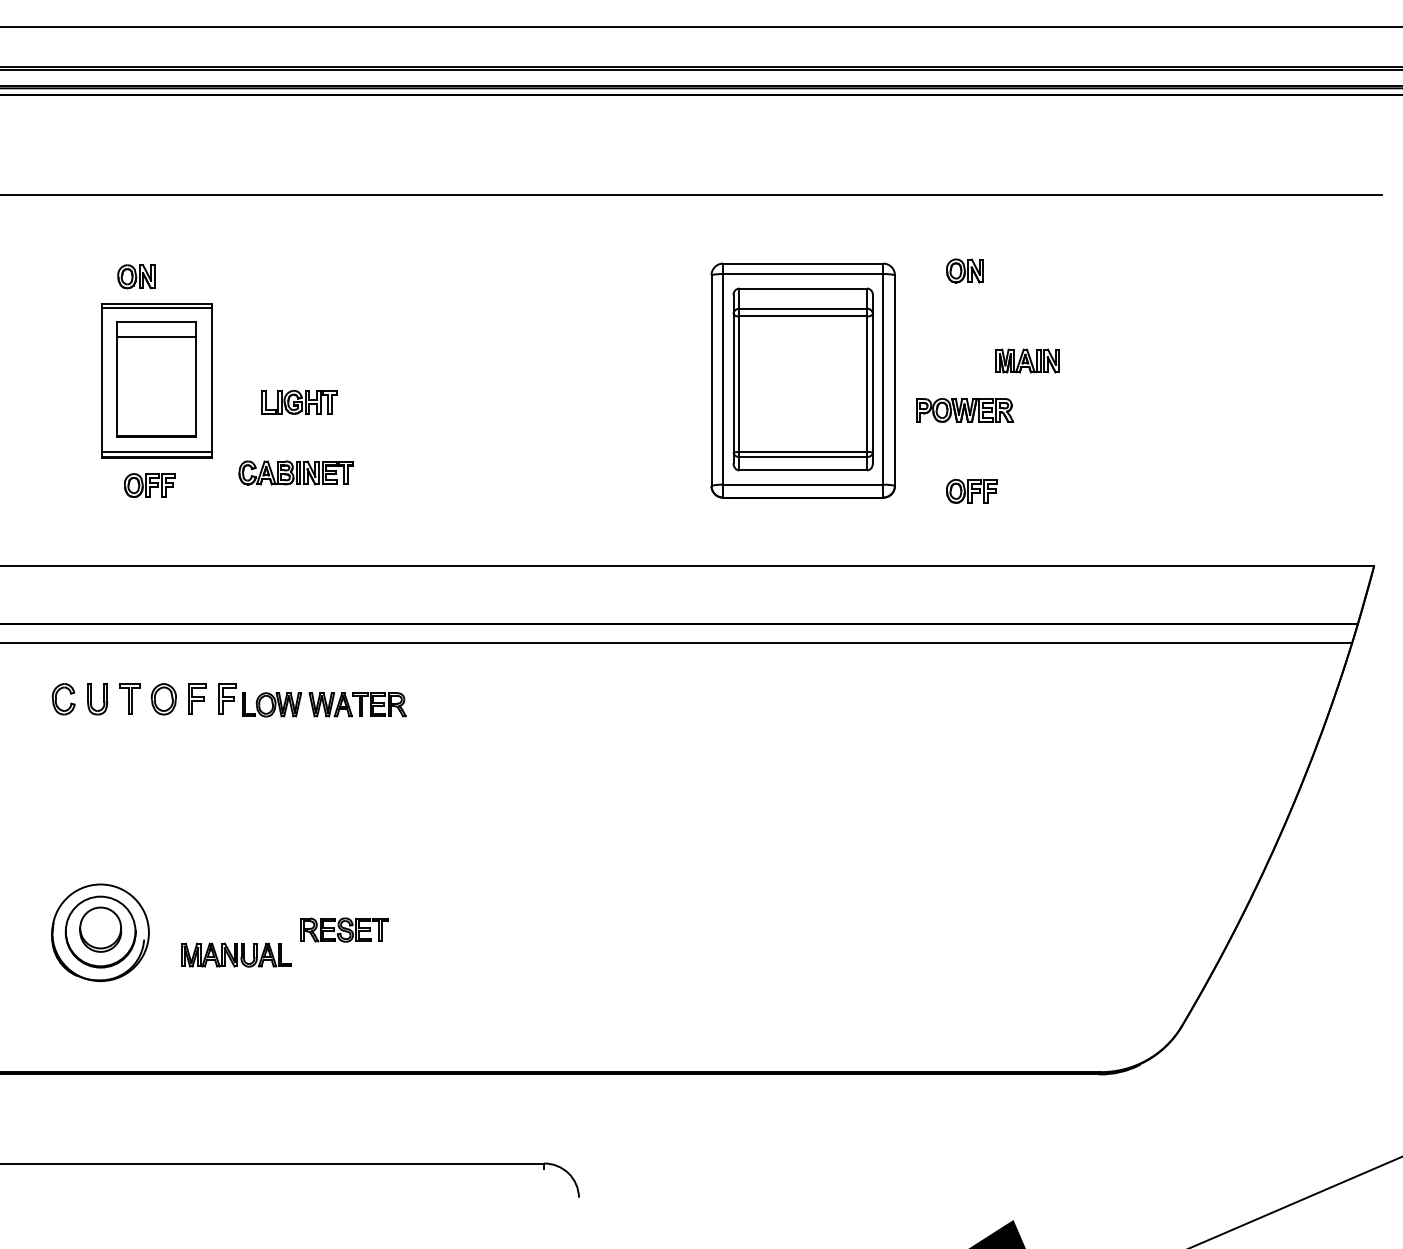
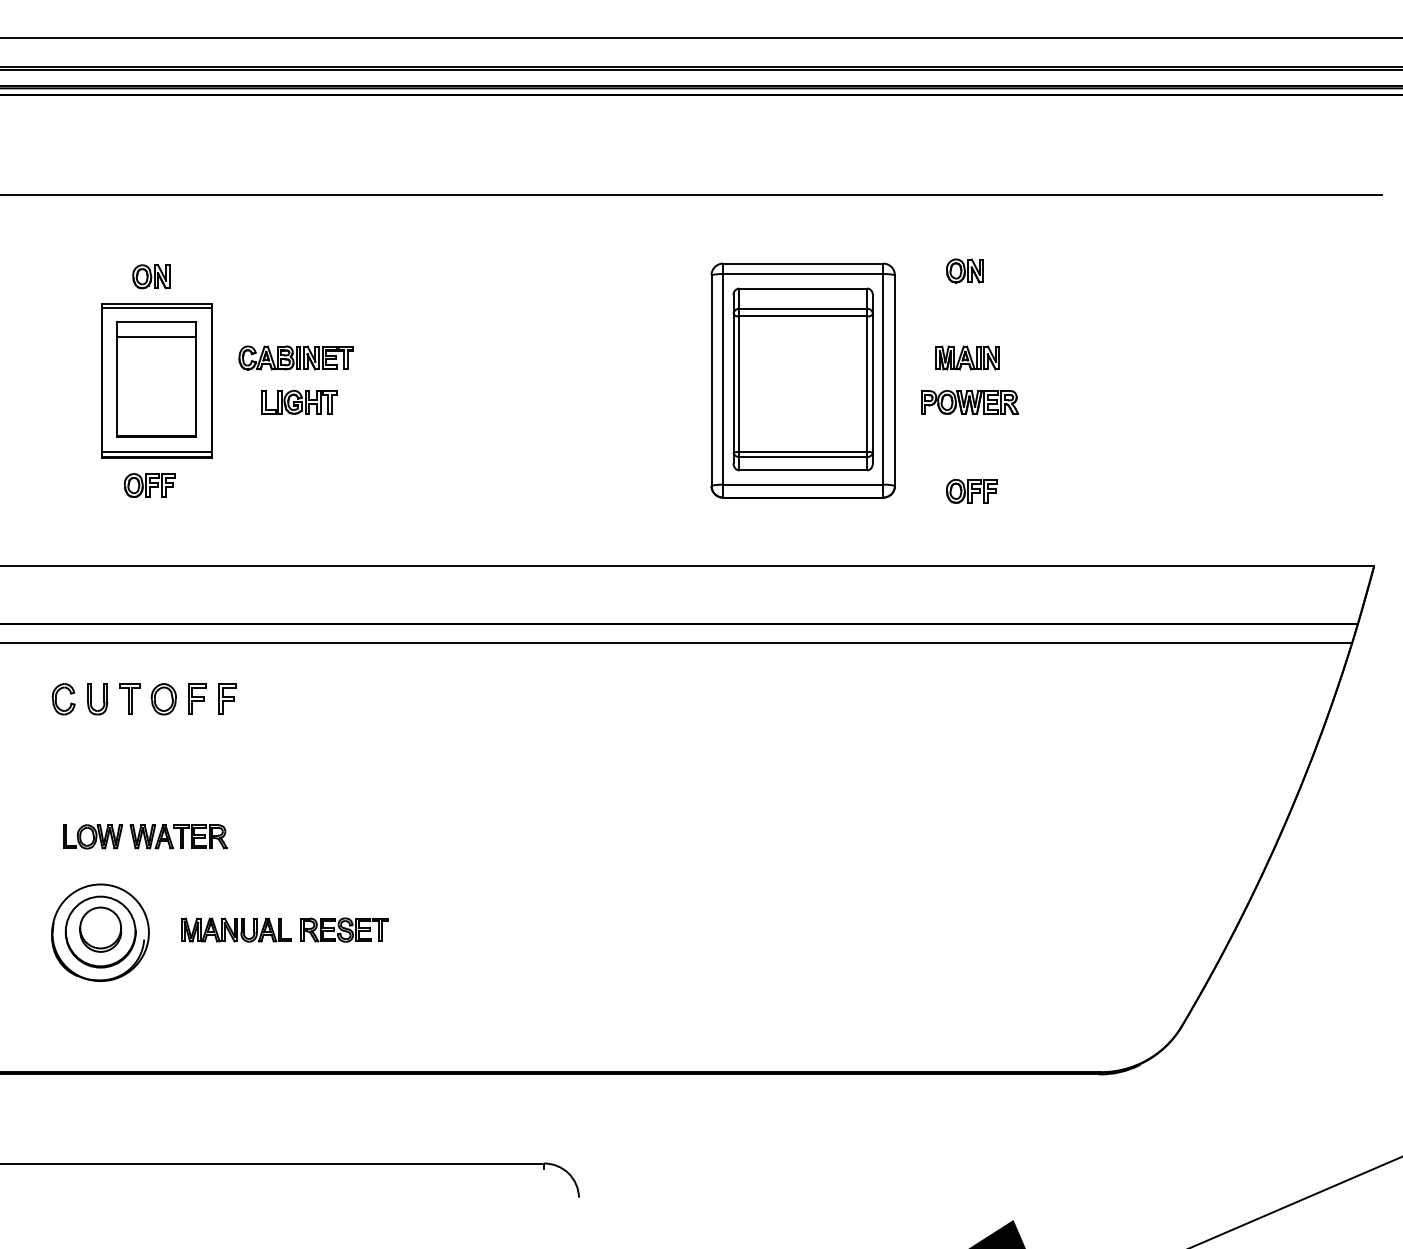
line at (700, 26) position: (700, 26) -> (700, 37)
part at (136, 276) position: (136, 276) -> (151, 276)
part at (1027, 360) position: (1027, 360) -> (967, 357)
part at (965, 410) position: (965, 410) -> (970, 402)
part at (295, 472) position: (295, 472) -> (295, 357)
part at (324, 704) position: (324, 704) -> (145, 836)
part at (236, 954) position: (236, 954) -> (236, 929)
